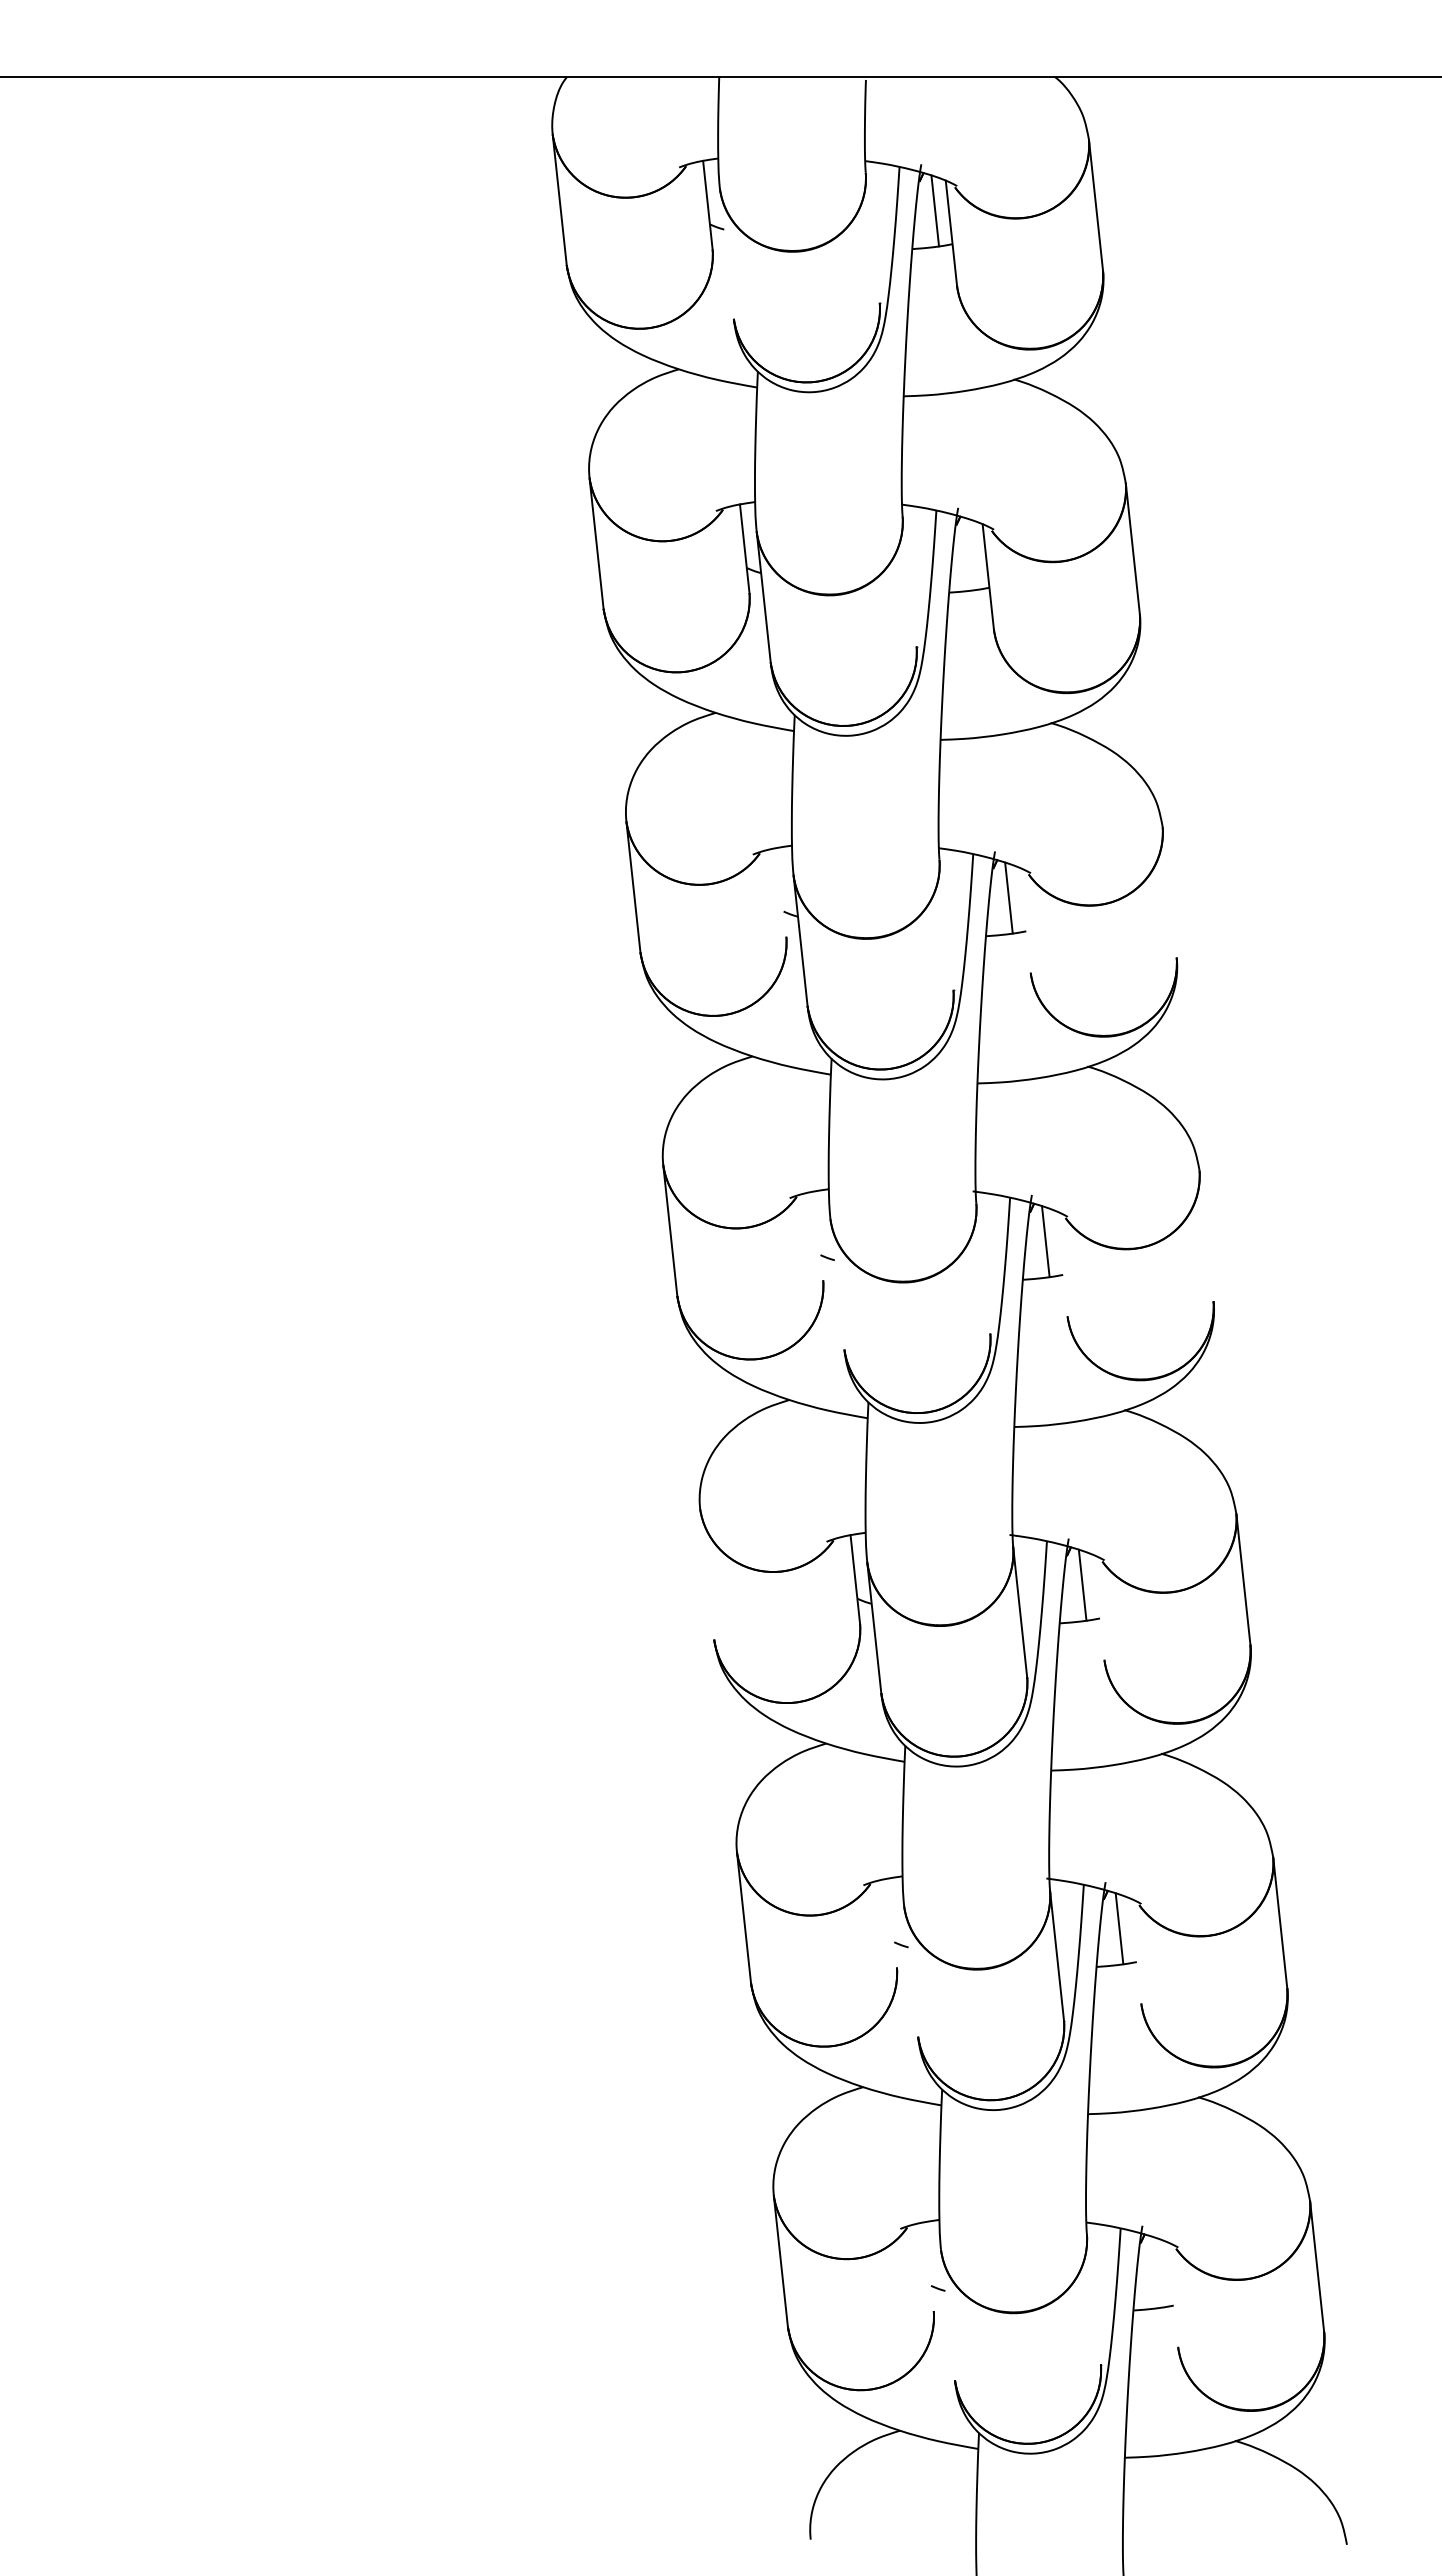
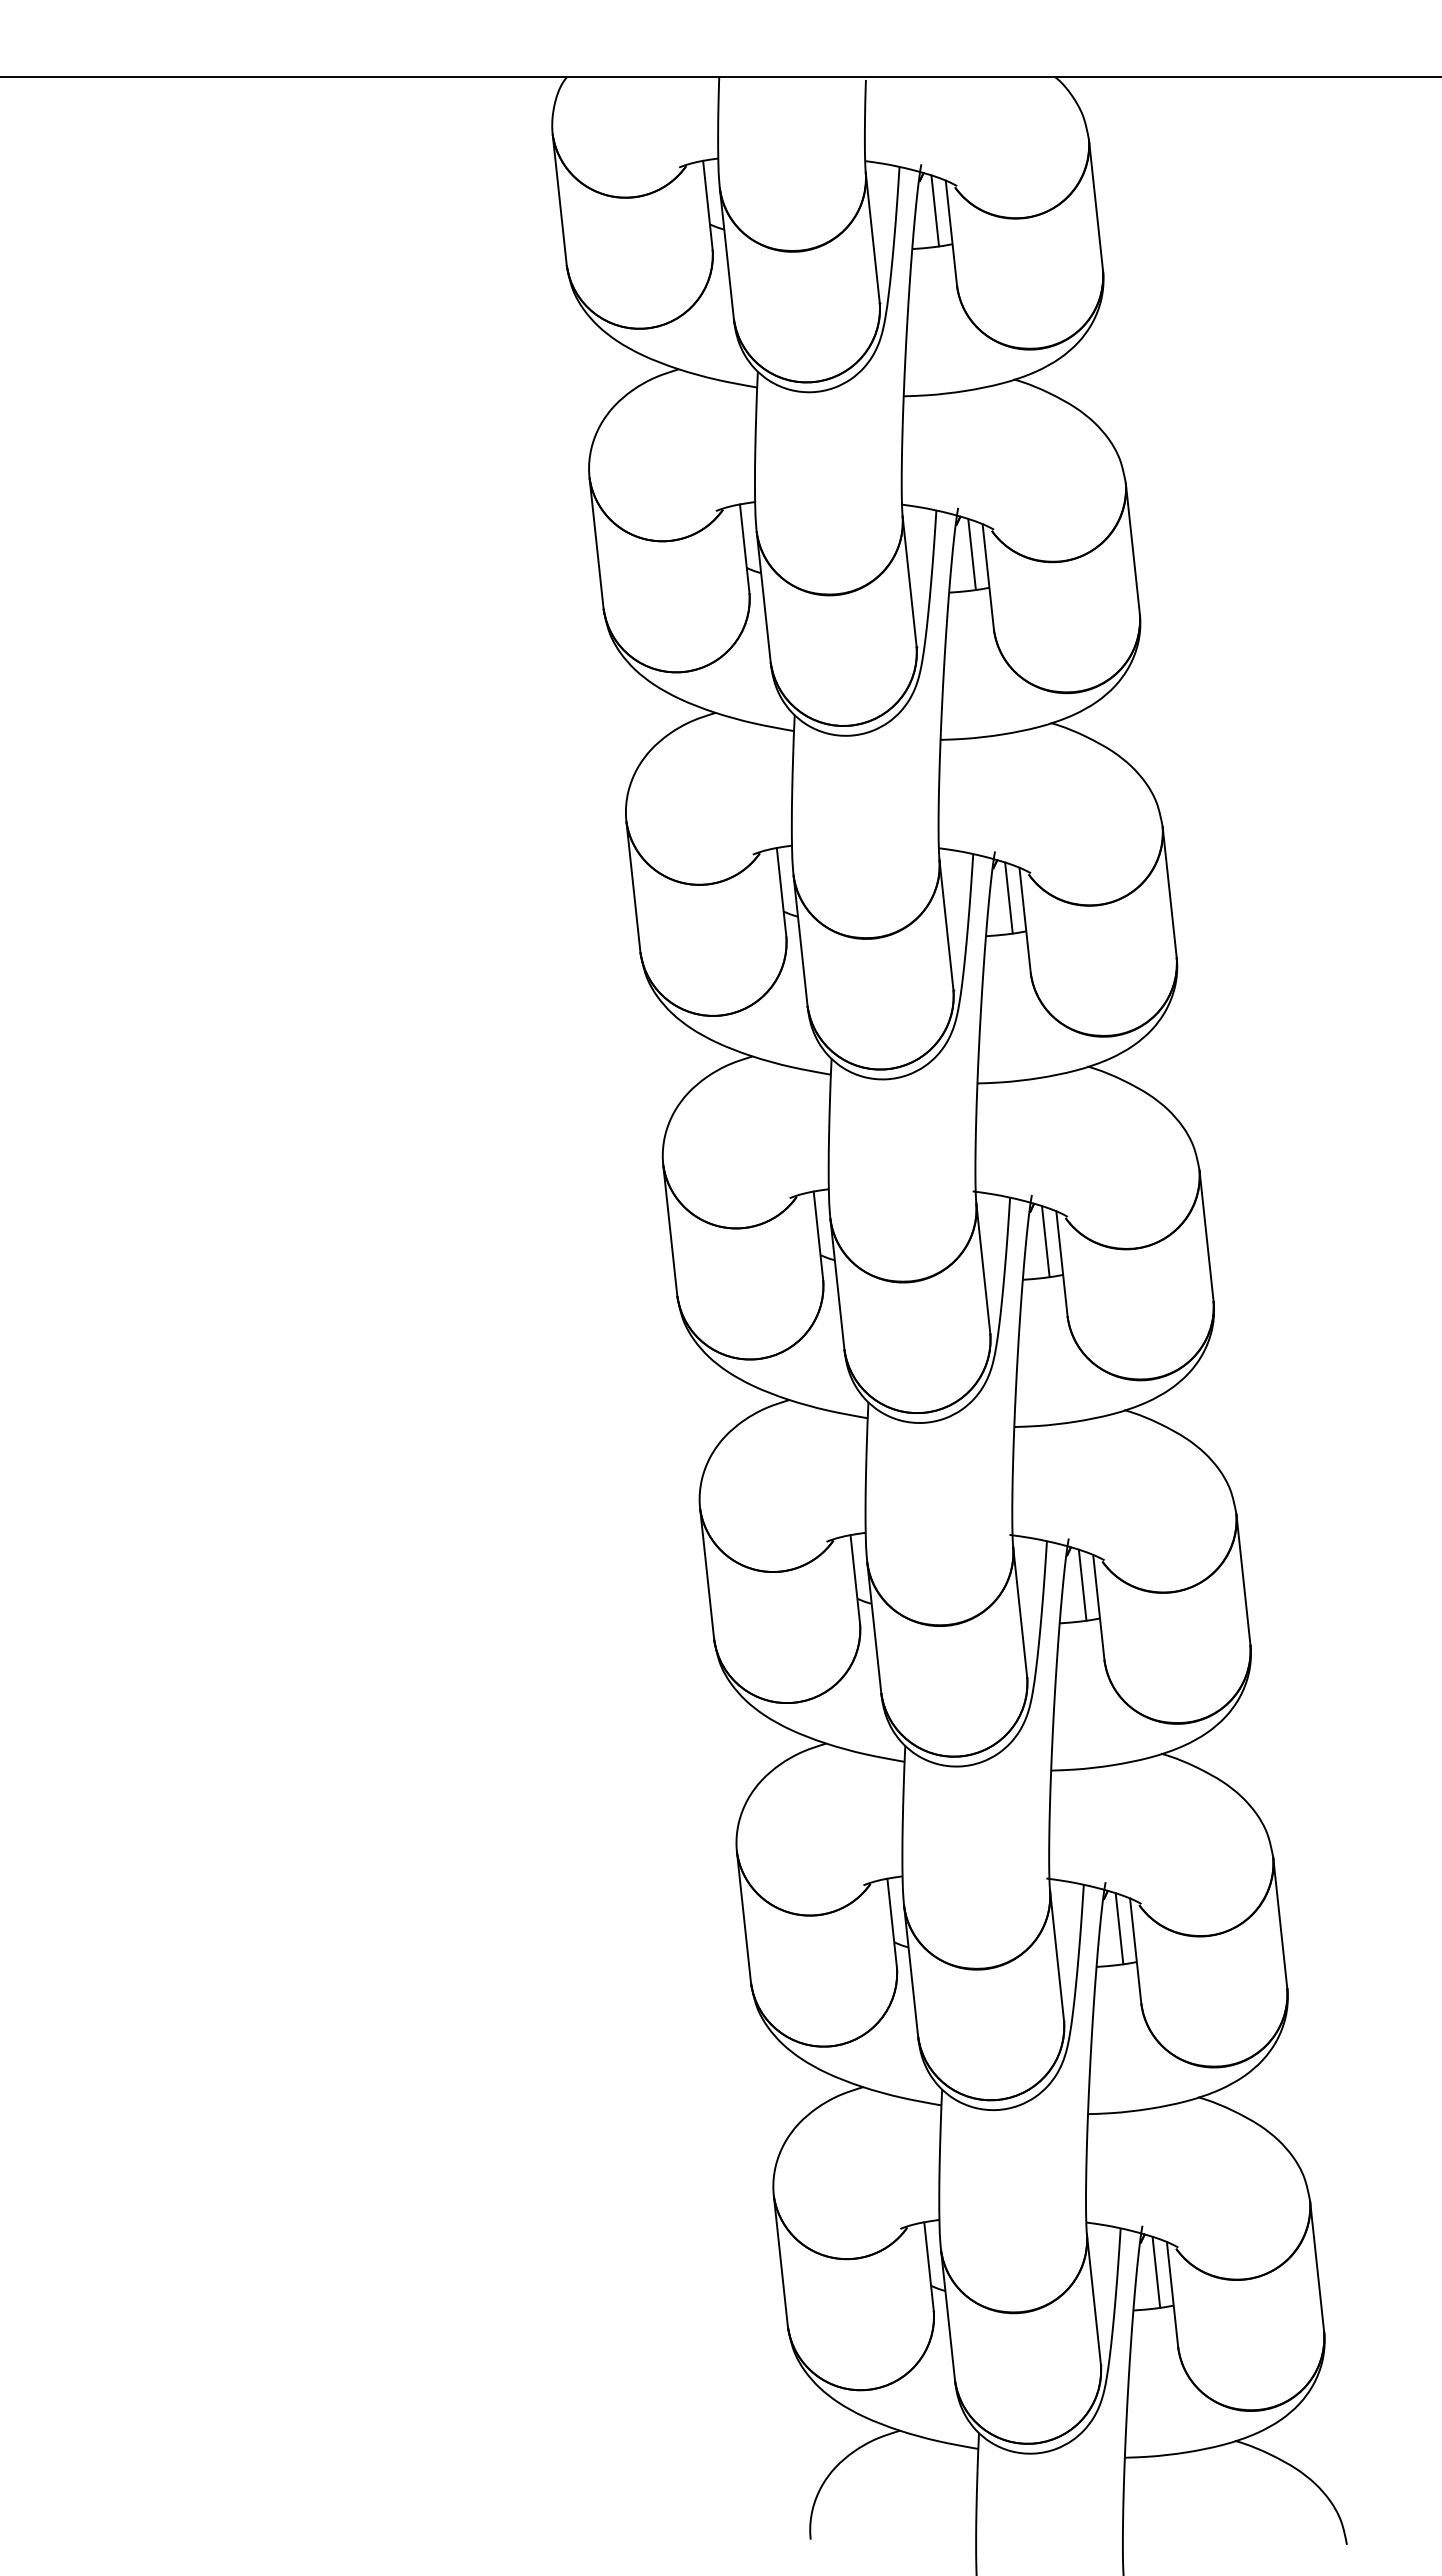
line at (872, 237): none -> present
line at (726, 253): none -> present
line at (971, 554): none -> present
line at (909, 581): none -> present
line at (781, 892): none -> present
line at (1169, 892): none -> present
line at (1024, 920): none -> present
line at (946, 924): none -> present
line at (818, 1235): none -> present
line at (1206, 1235): none -> present
line at (1061, 1263): none -> present
line at (983, 1268): none -> present
line at (837, 1284): none -> present
line at (707, 1573): none -> present
line at (1098, 1607): none -> present
line at (891, 1922): none -> present
line at (1135, 1950): none -> present
line at (911, 1971): none -> present
line at (928, 2266): none -> present
line at (1156, 2271): none -> present
line at (1172, 2294): none -> present
line at (1093, 2299): none -> present
line at (948, 2314): none -> present
